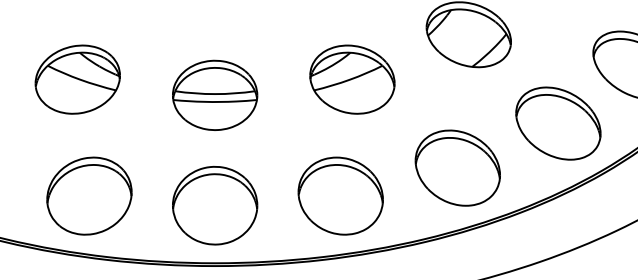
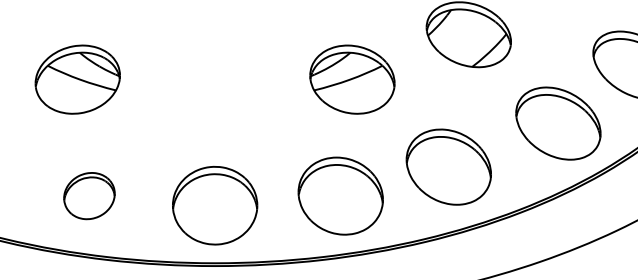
part at (215, 94): present -> none
part at (457, 167) position: (457, 167) -> (448, 166)
part at (89, 195) size: 87x80 px -> 53x49 px
